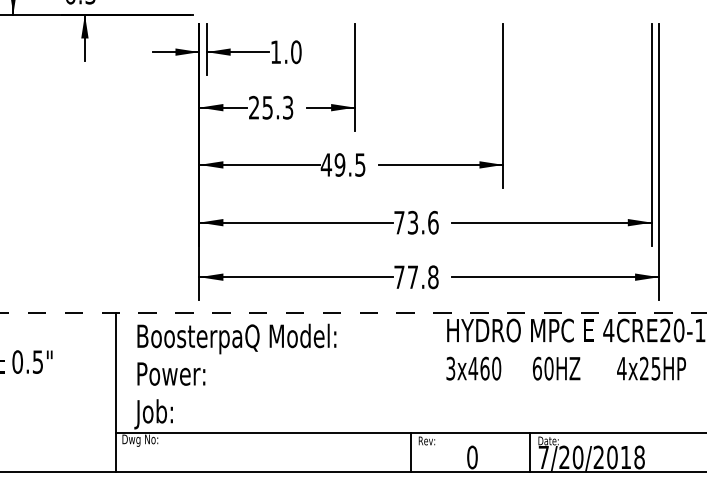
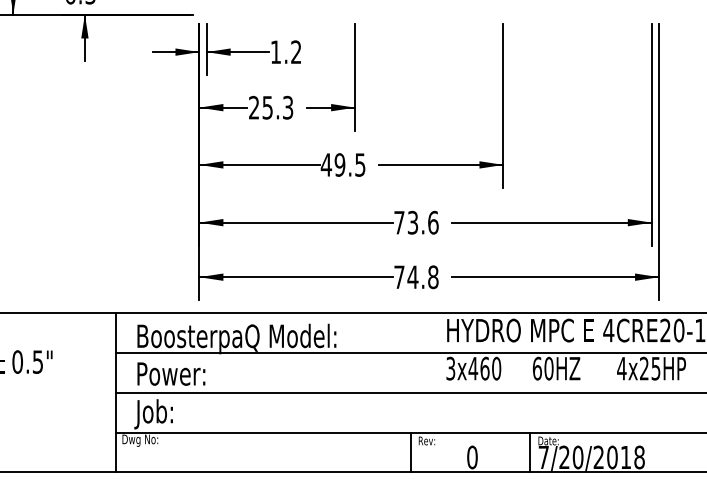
text at (296, 52): 1.0 -> 1.2
text at (412, 276): 77.8 -> 74.8
line at (353, 312): dashed -> solid
line at (409, 352): none -> present
line at (409, 392): none -> present
